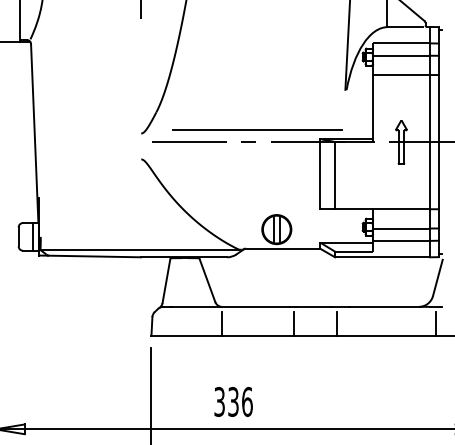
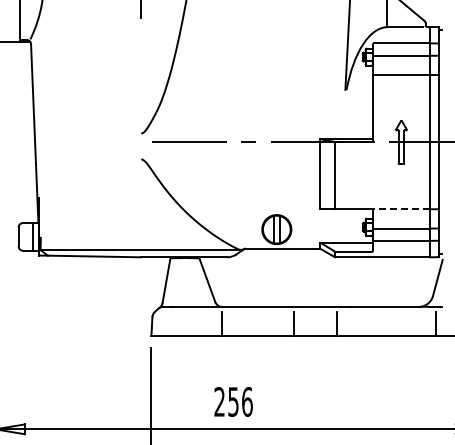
line at (257, 130): present -> none
line at (401, 209): solid -> dashed
text at (226, 401): 336 -> 256
